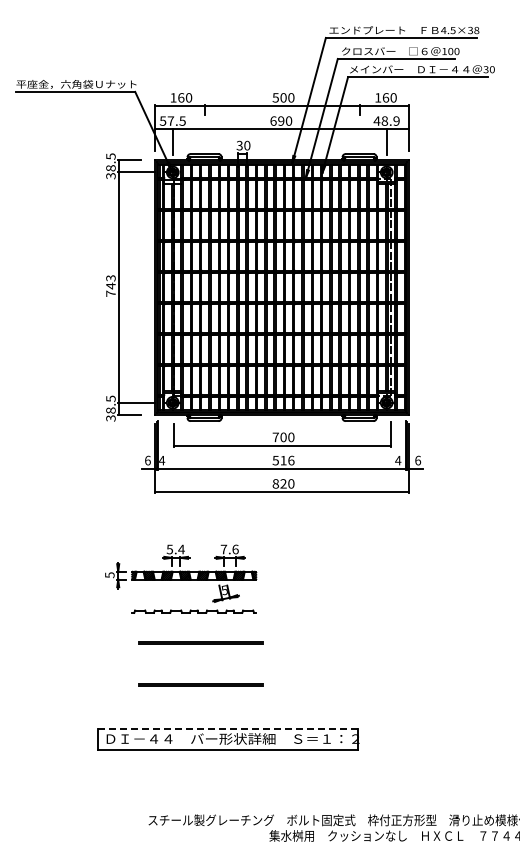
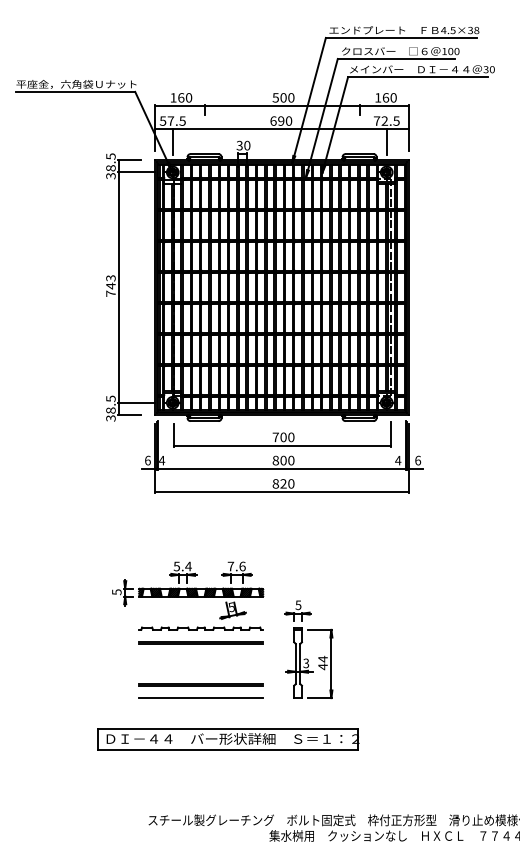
text at (386, 120): 48.9 -> 72.5
text at (283, 460): 516 -> 800
part at (181, 578) position: (181, 578) -> (188, 595)
part at (300, 649): none -> present
line at (201, 698): none -> present
line at (228, 729): dashed -> solid
